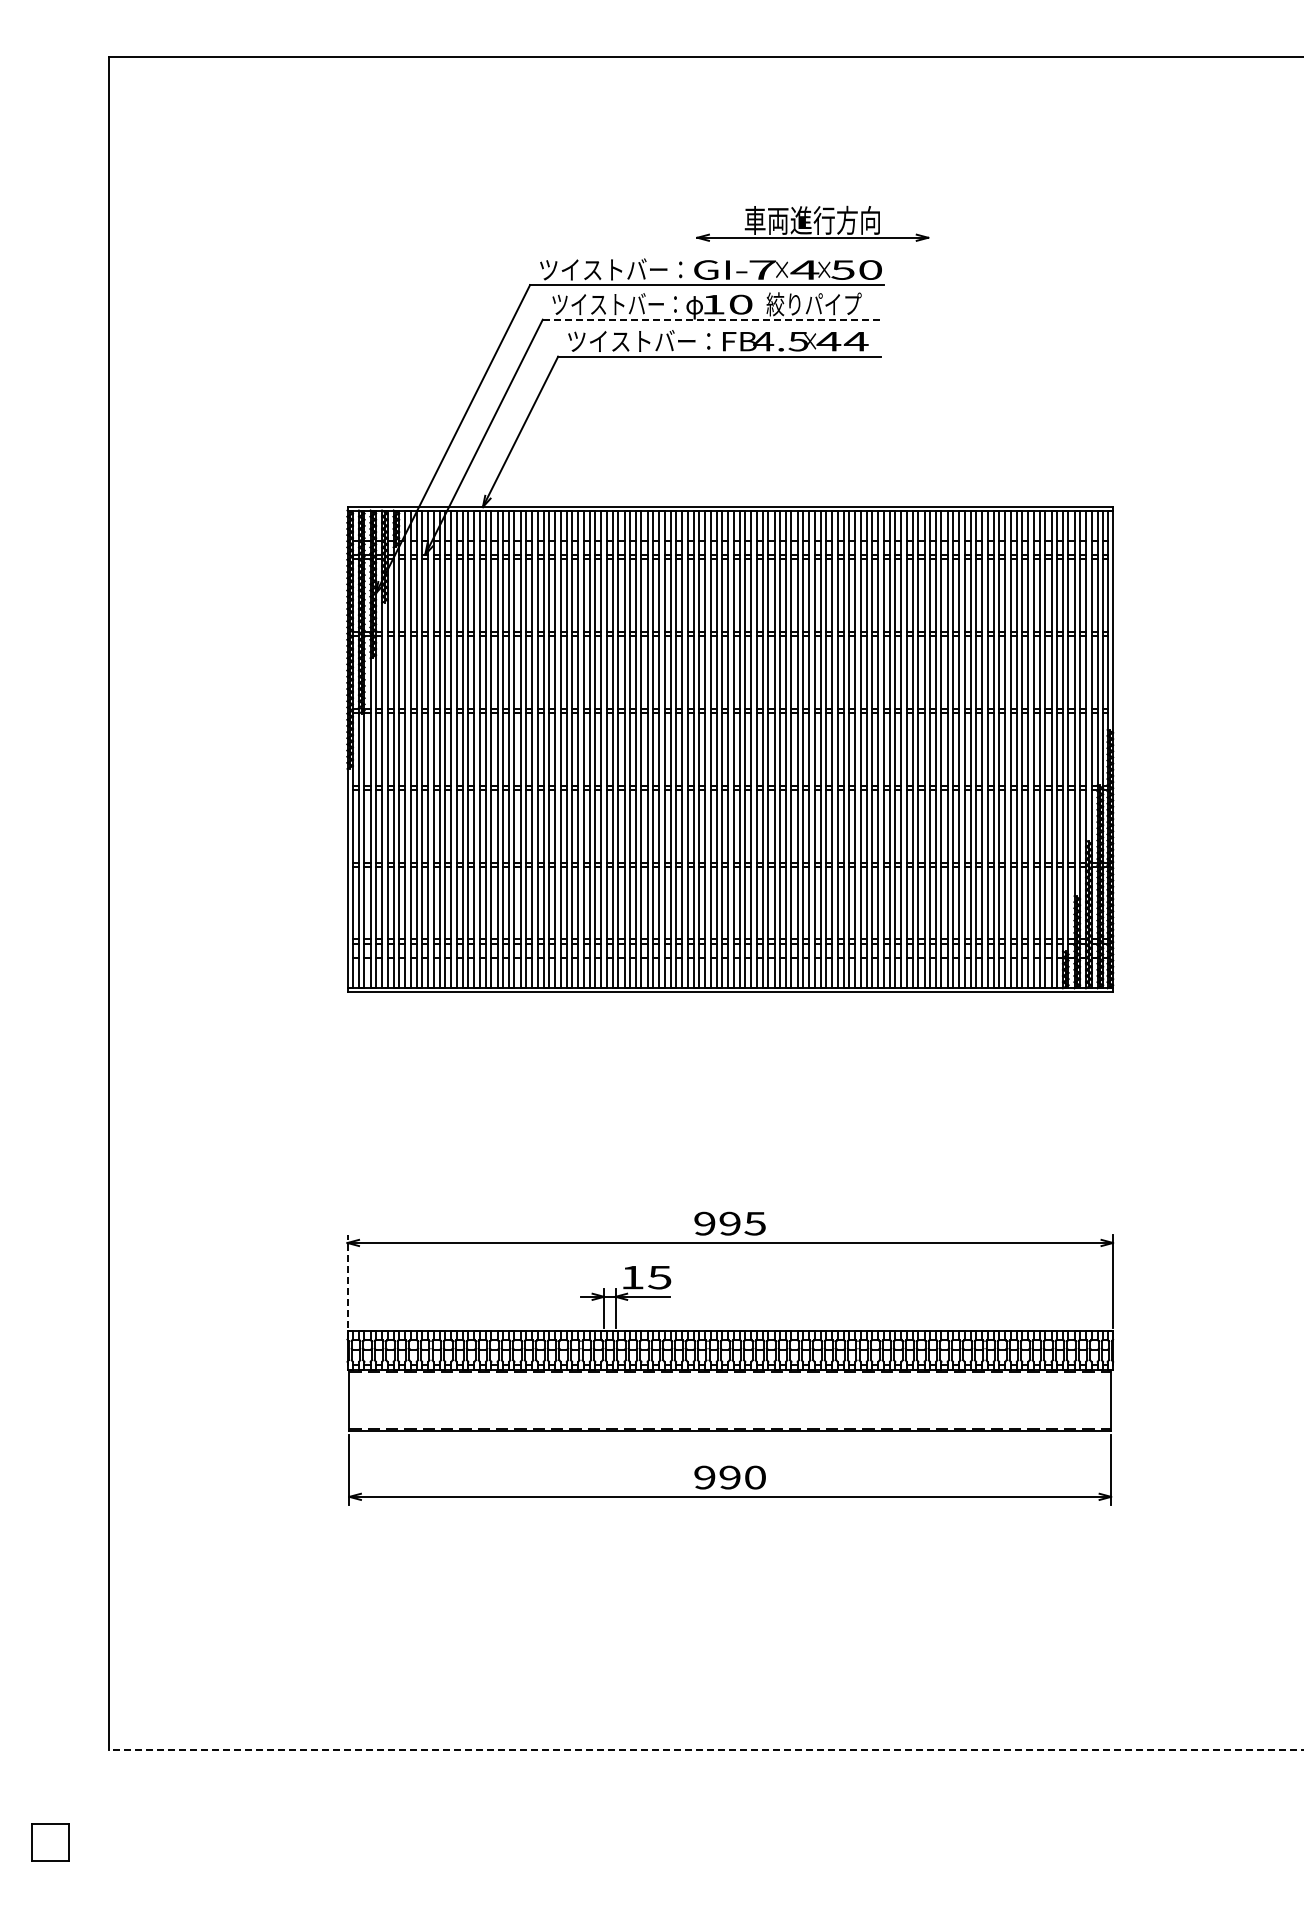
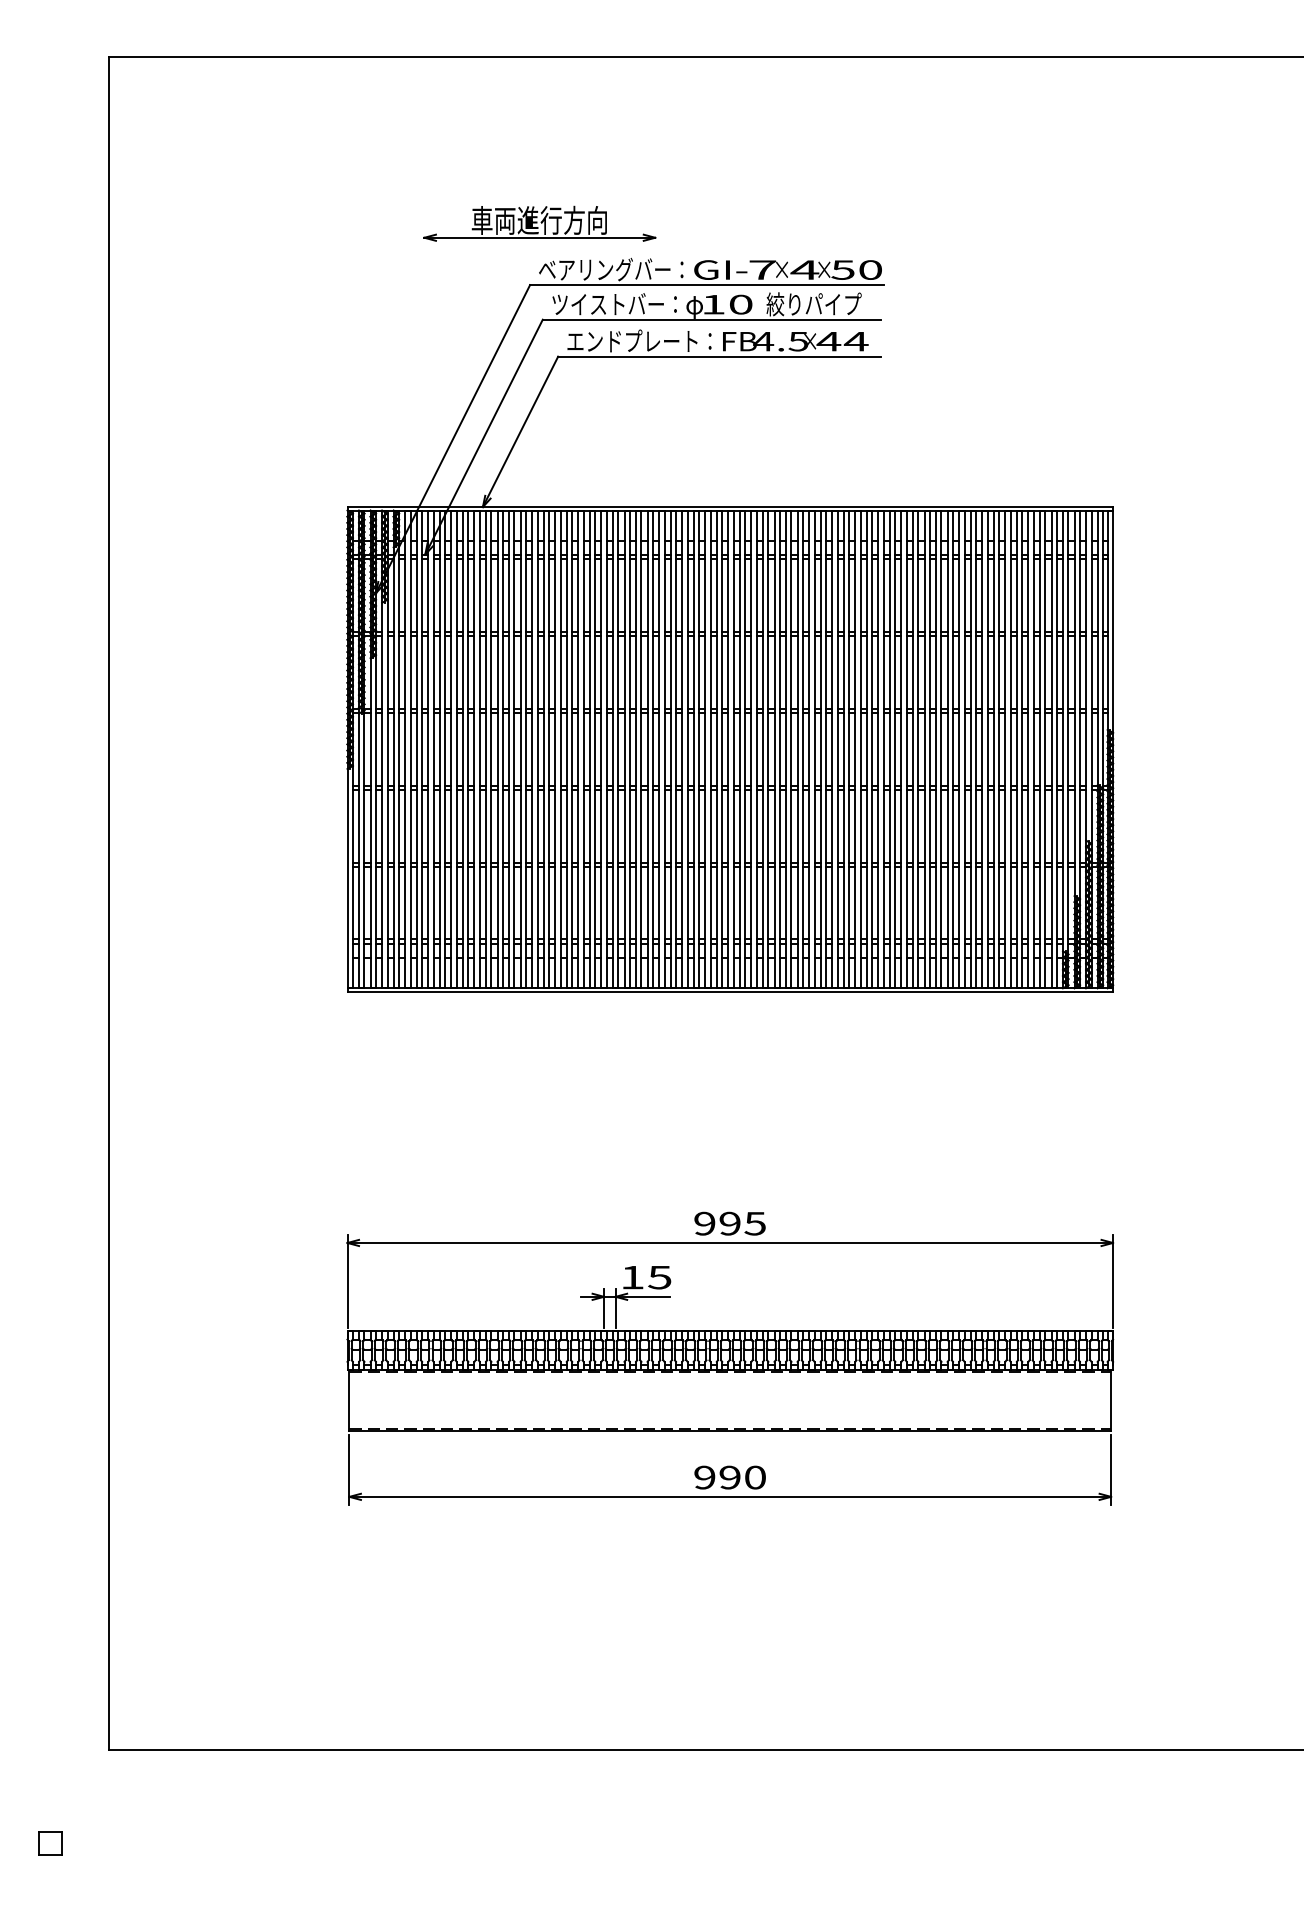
part at (812, 223) position: (812, 223) -> (539, 223)
text at (611, 269): ツイストバー： -> ベアリングバー：
line at (712, 319): dashed -> solid
text at (639, 340): ツイストバー： -> エンドプレート：
line at (347, 1280): dashed -> solid
line at (705, 1750): dashed -> solid
part at (50, 1842) size: 39x39 px -> 25x25 px
